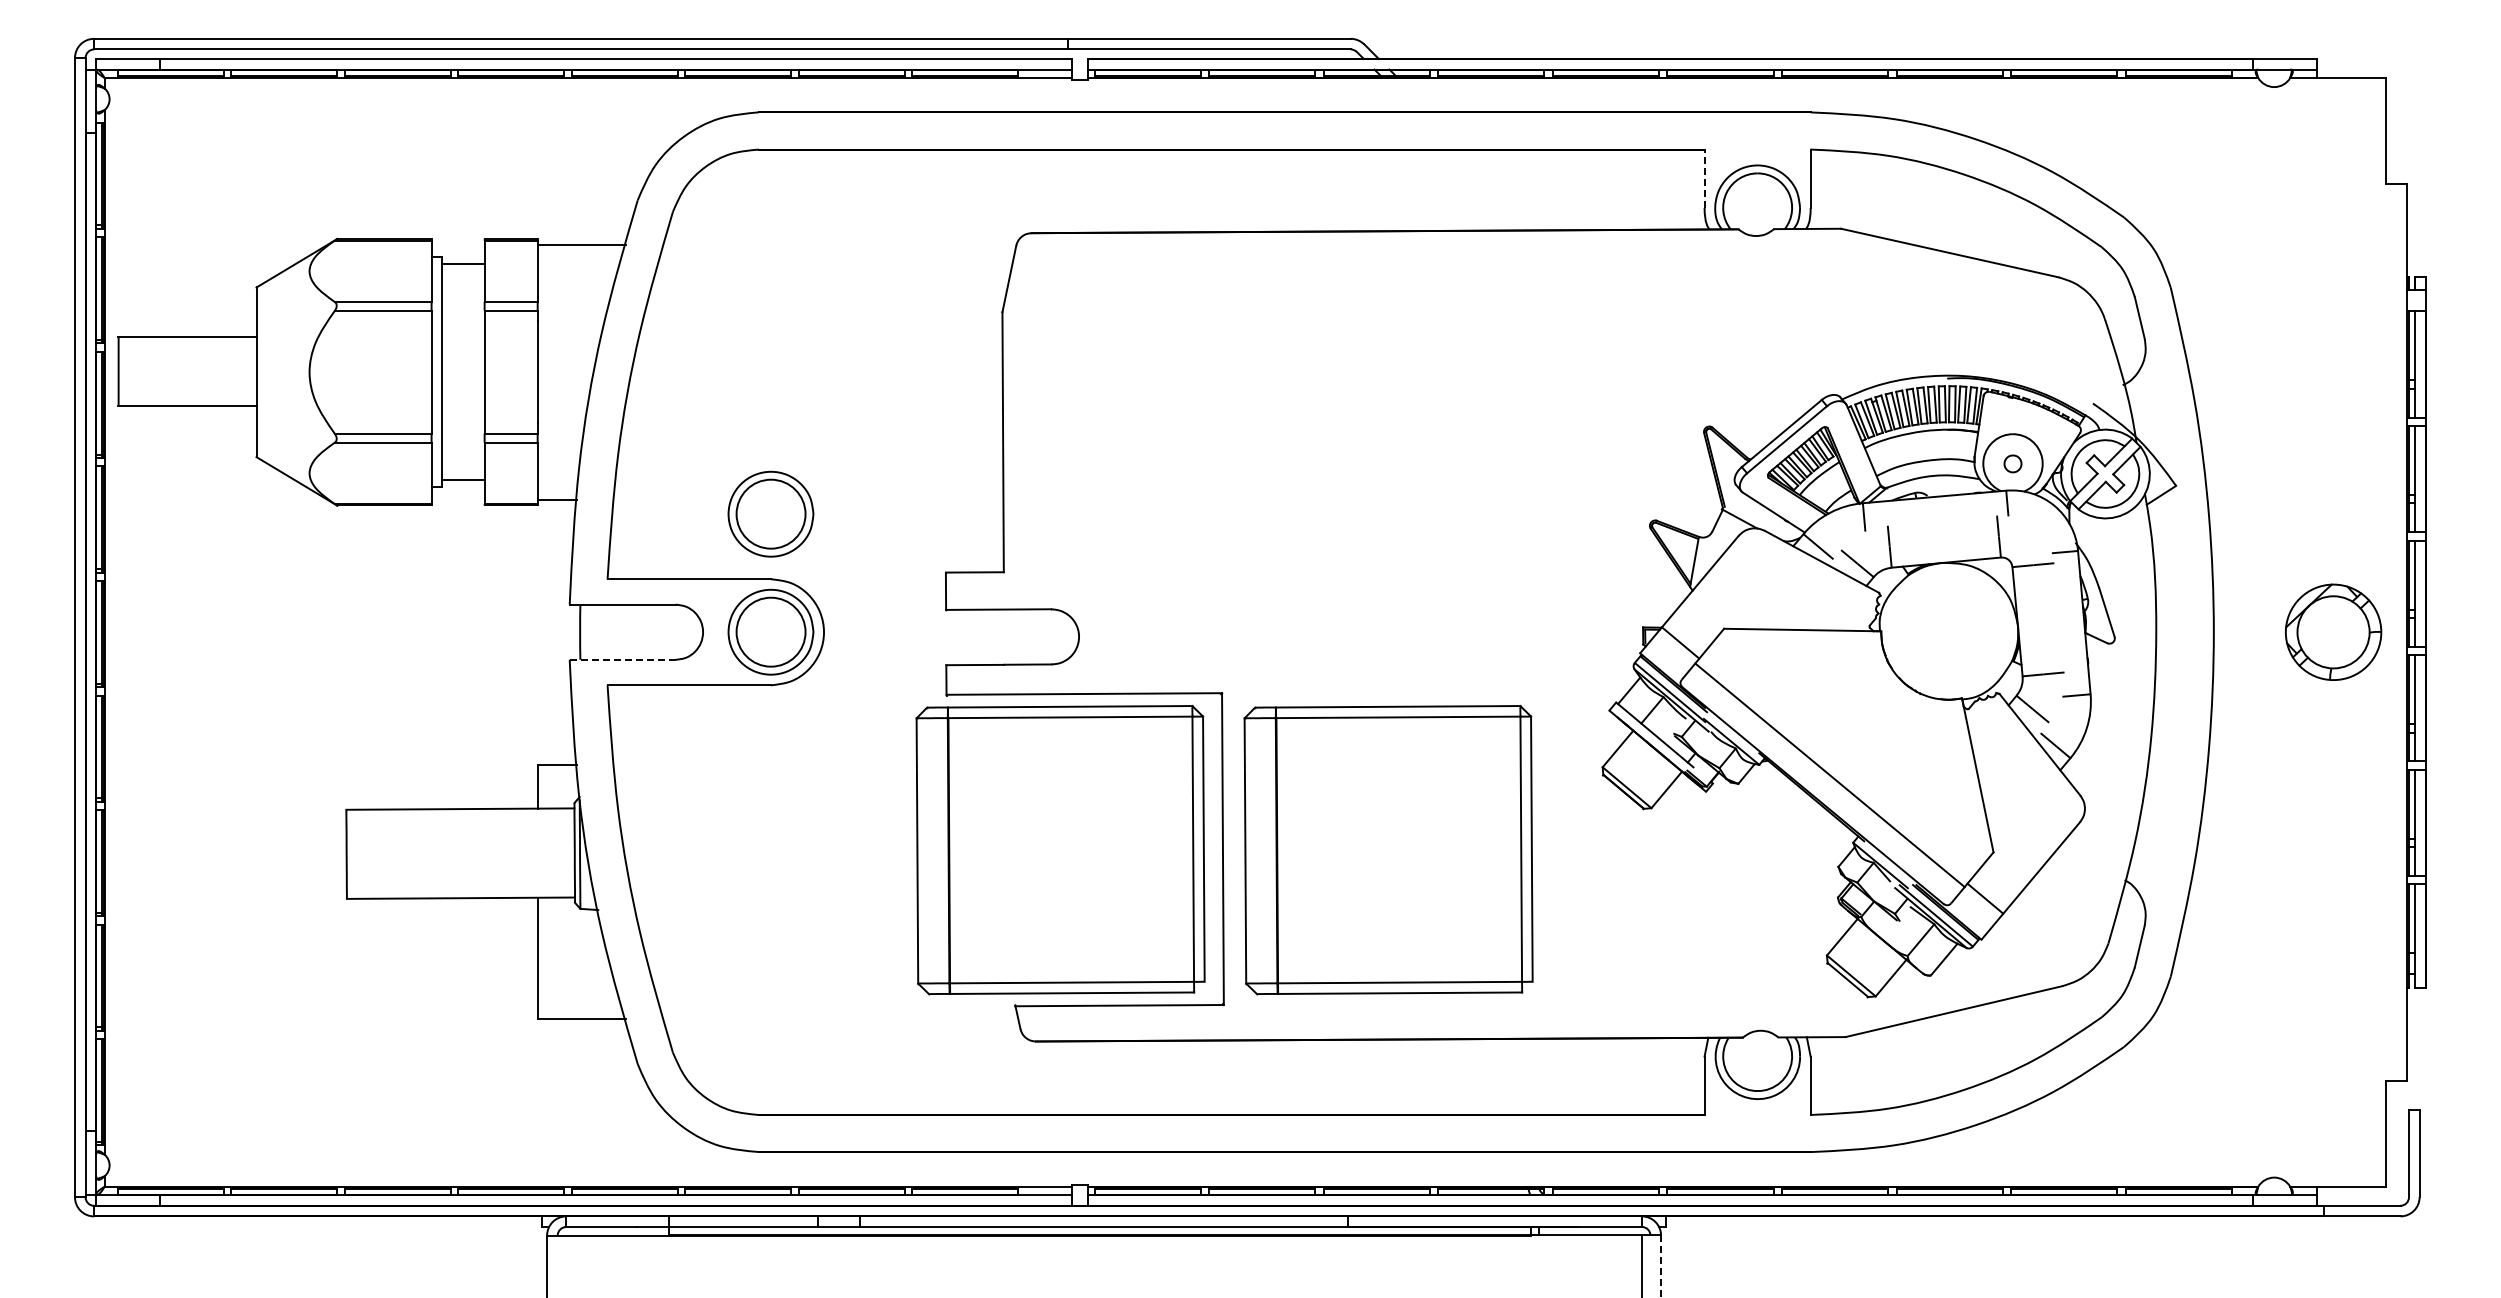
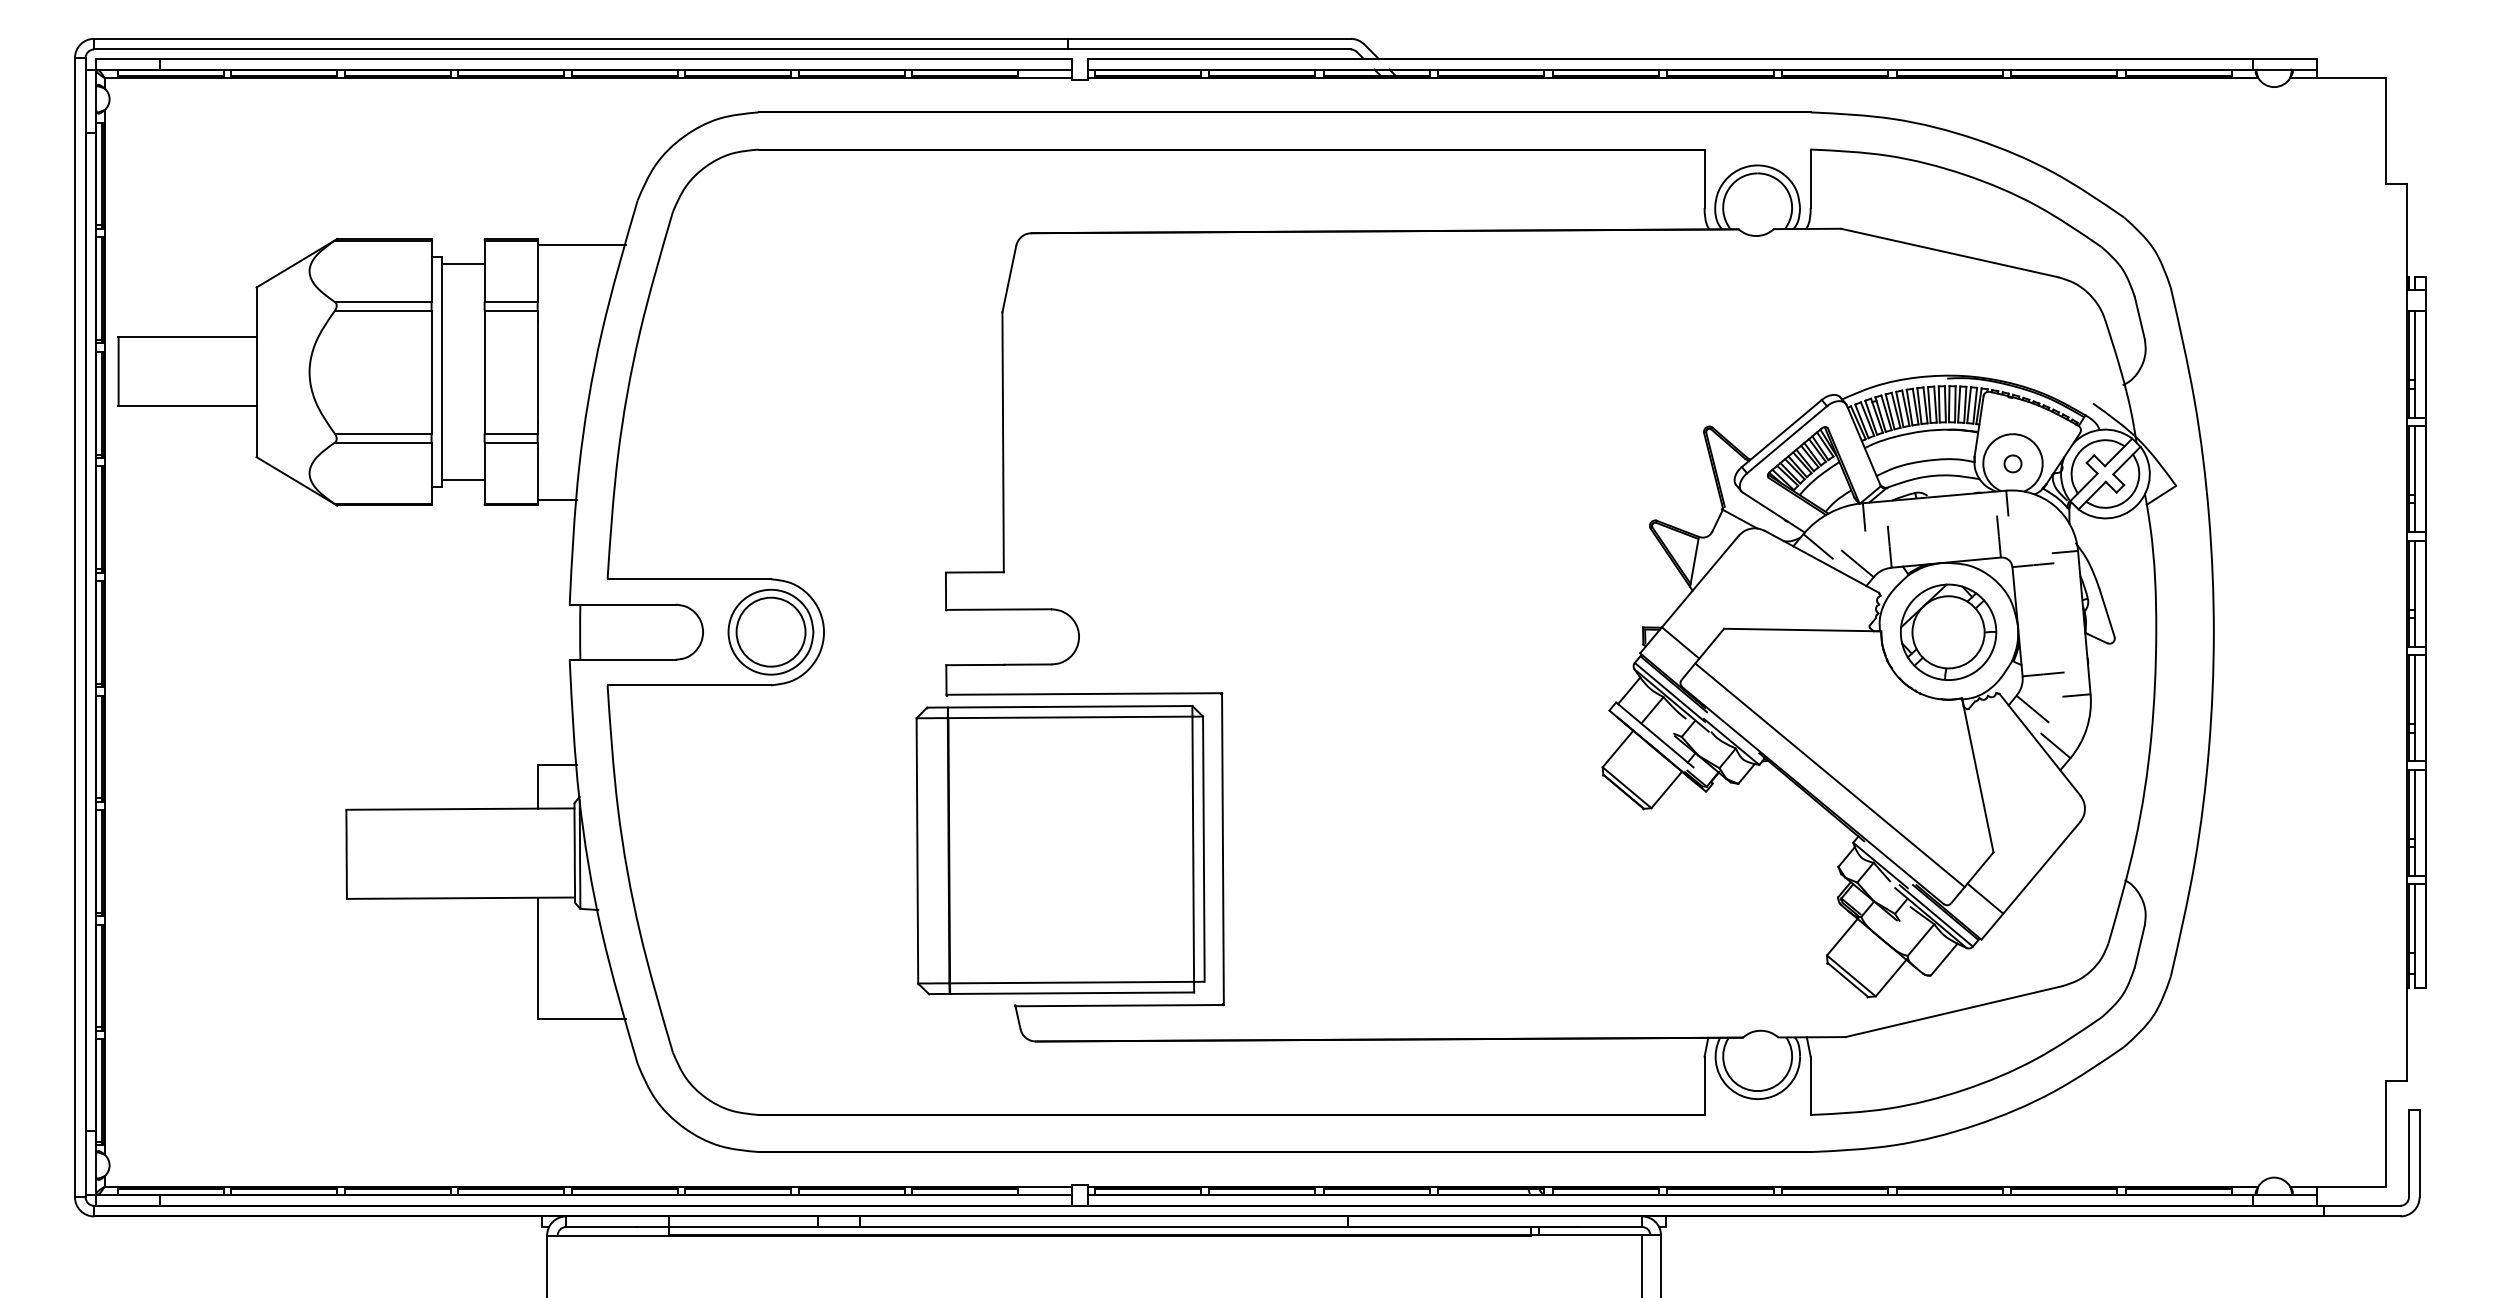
line at (1704, 178): dashed -> solid
part at (770, 513): present -> none
part at (2333, 631) position: (2333, 631) -> (1948, 631)
line at (622, 659): dashed -> solid
part at (1388, 850): present -> none
line at (1661, 1266): dashed -> solid
